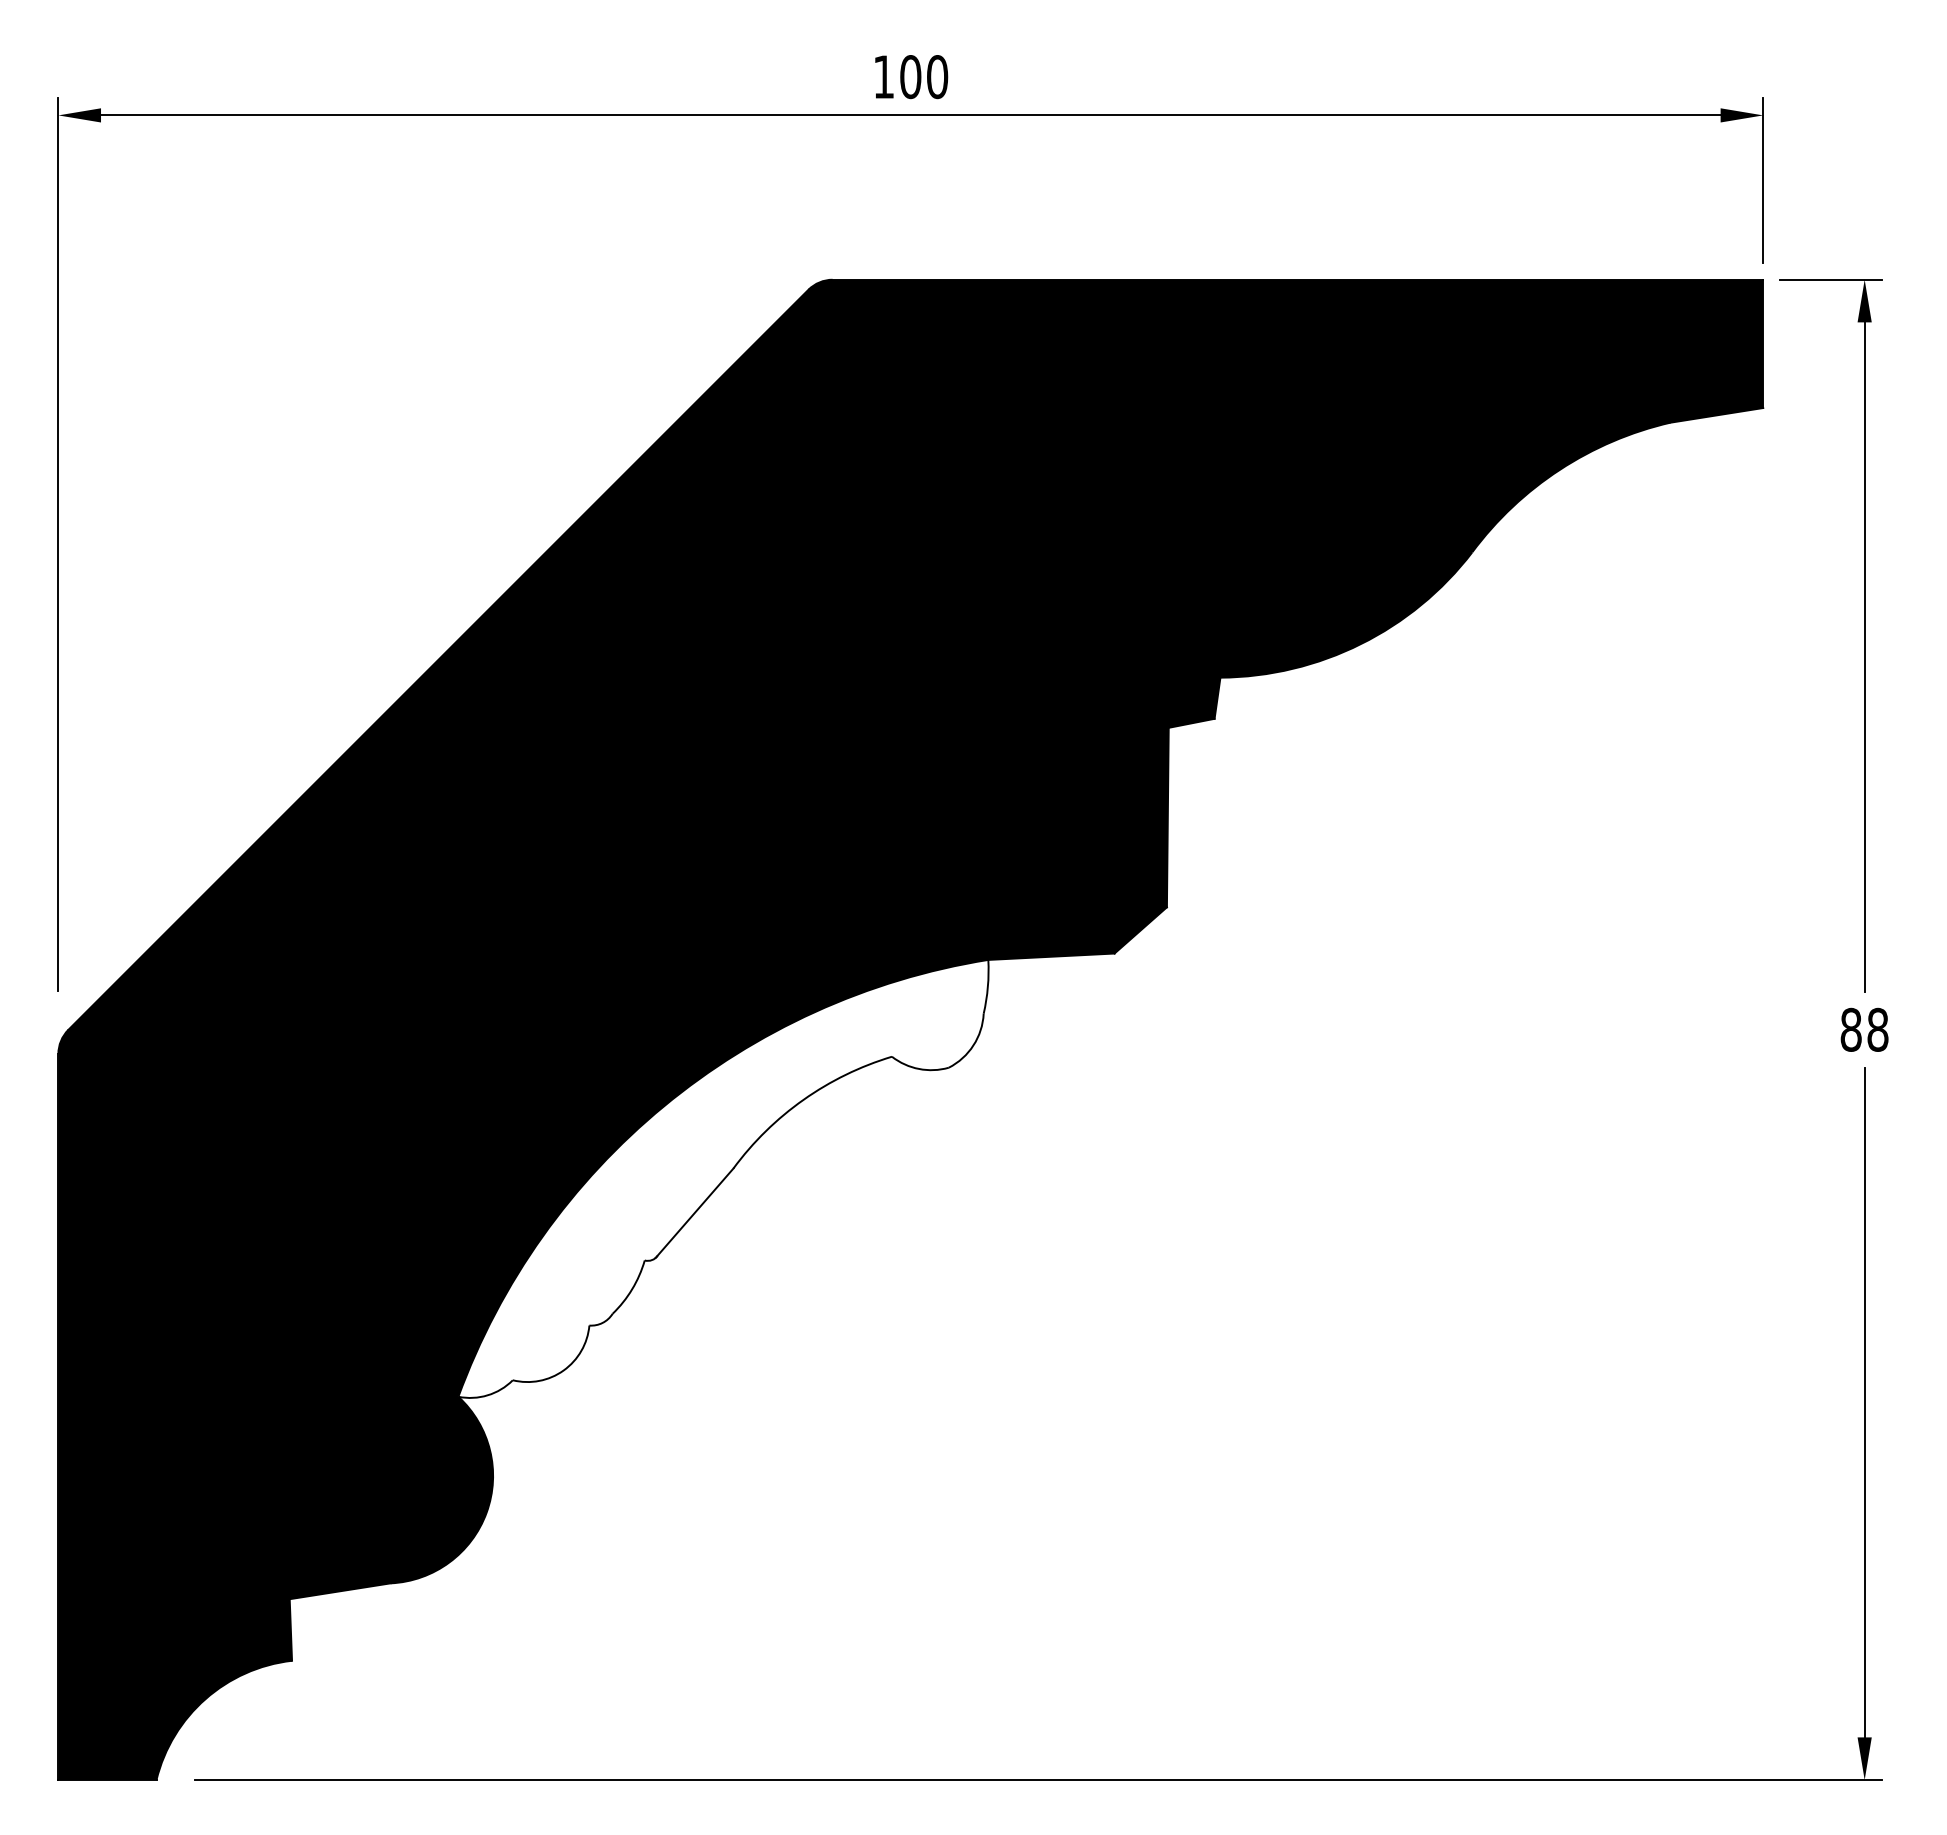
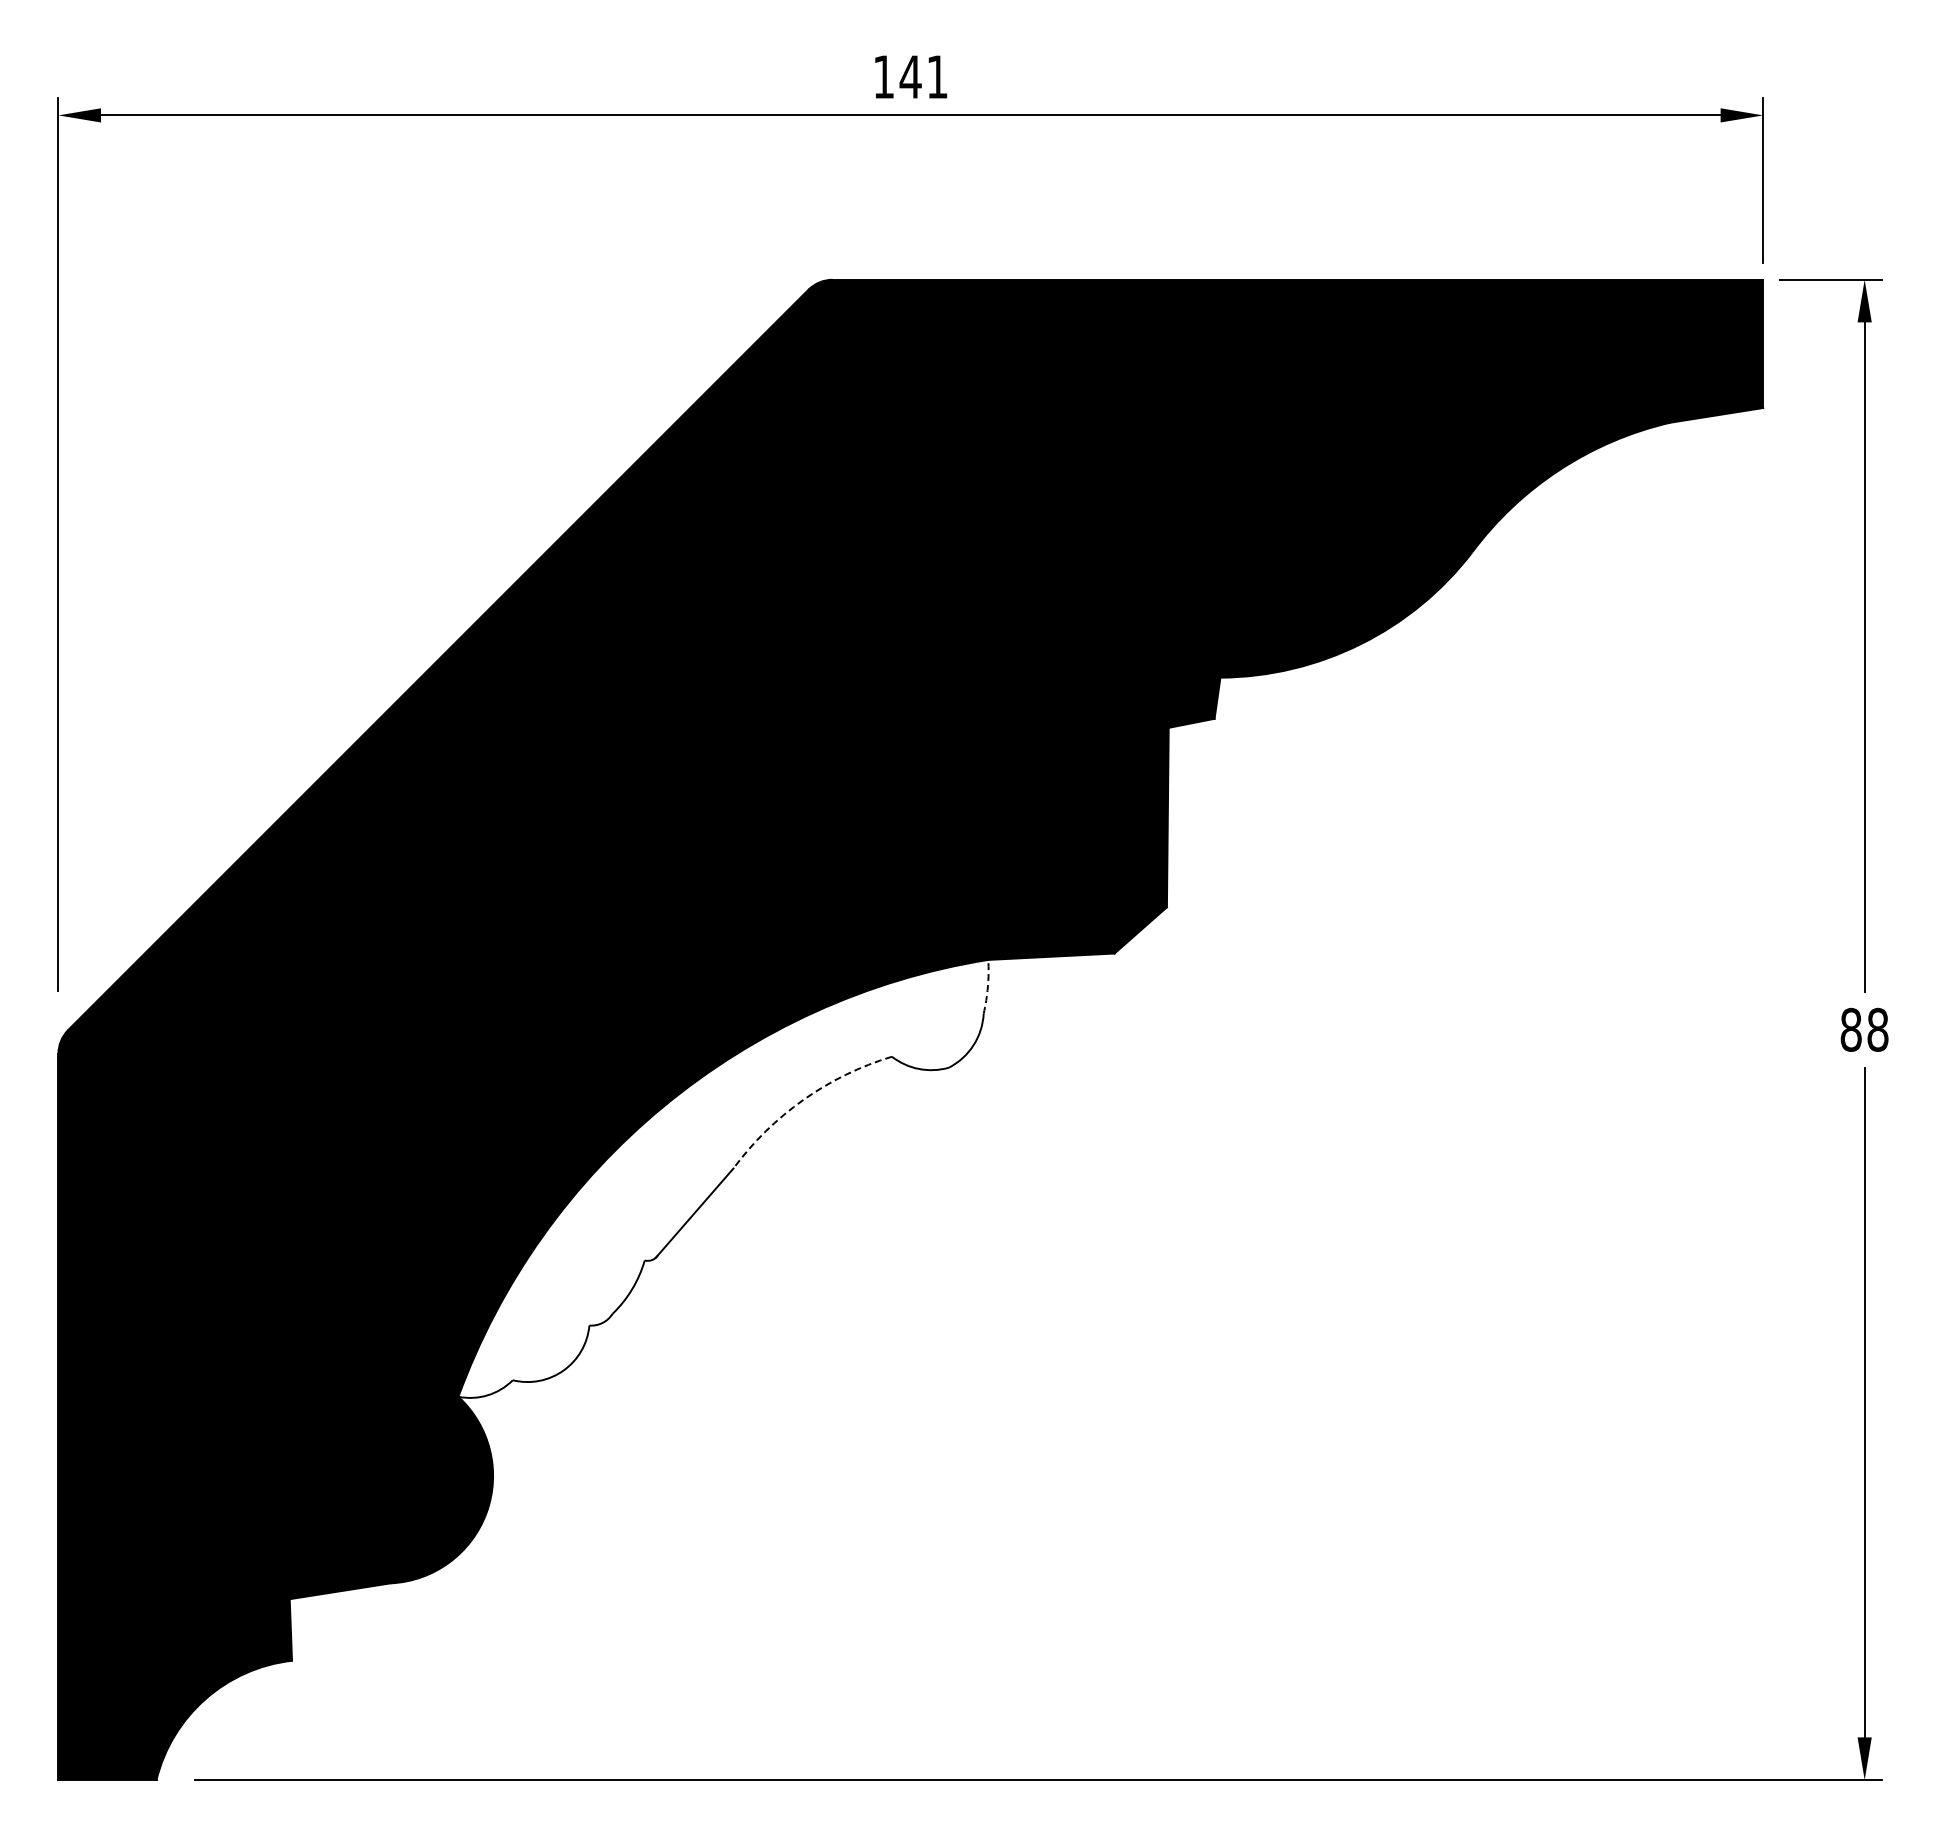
text at (923, 77): 100 -> 141
arc at (987, 987): solid -> dashed
arc at (803, 1099): solid -> dashed
